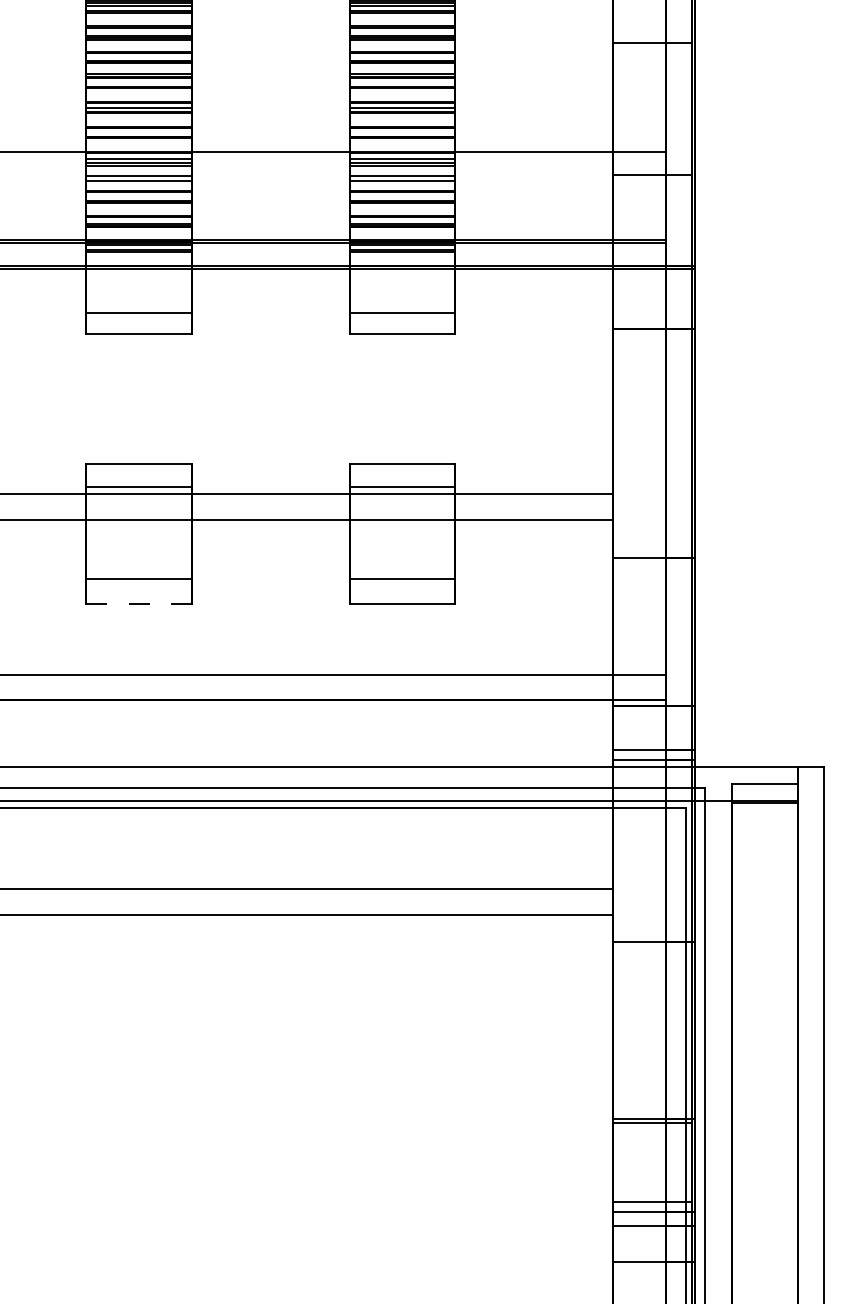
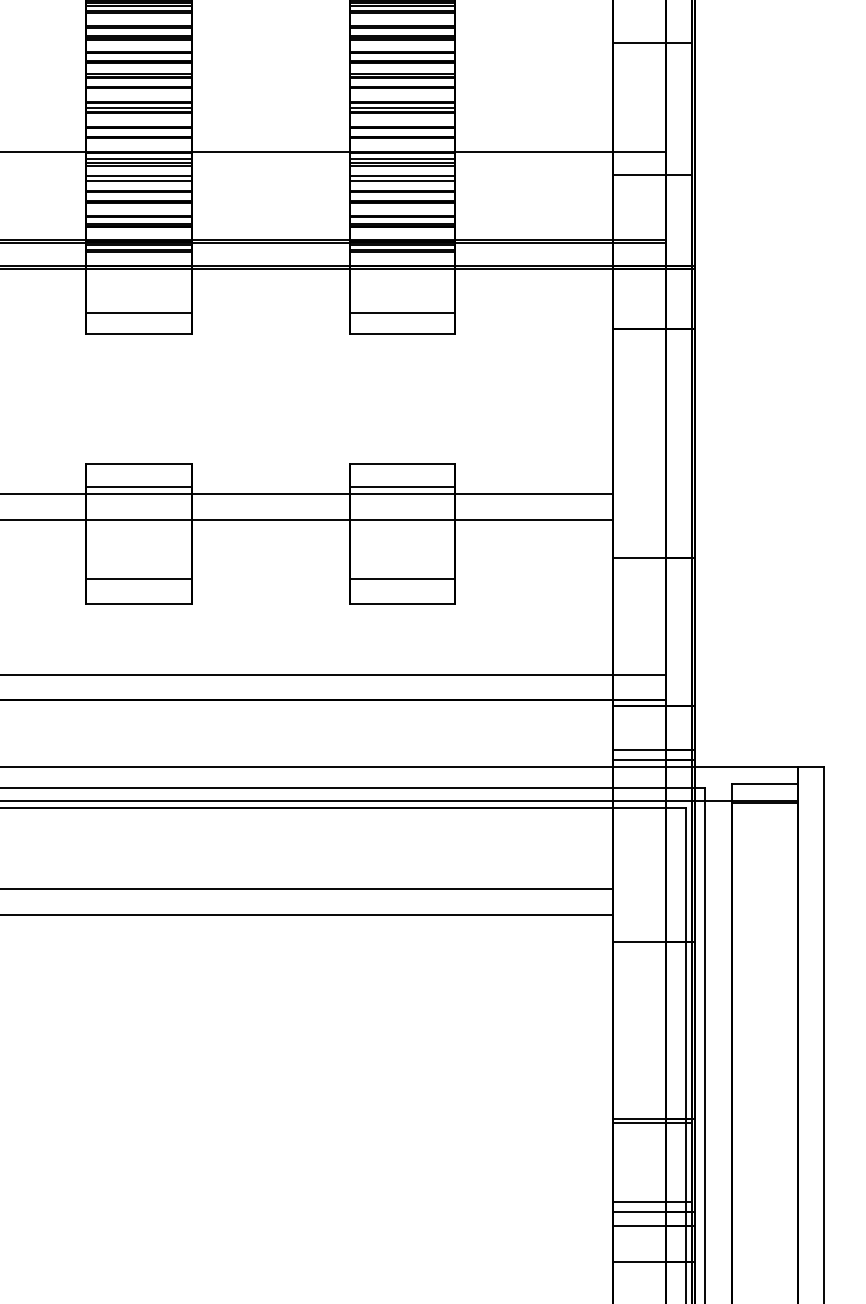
line at (139, 604): dashed -> solid
